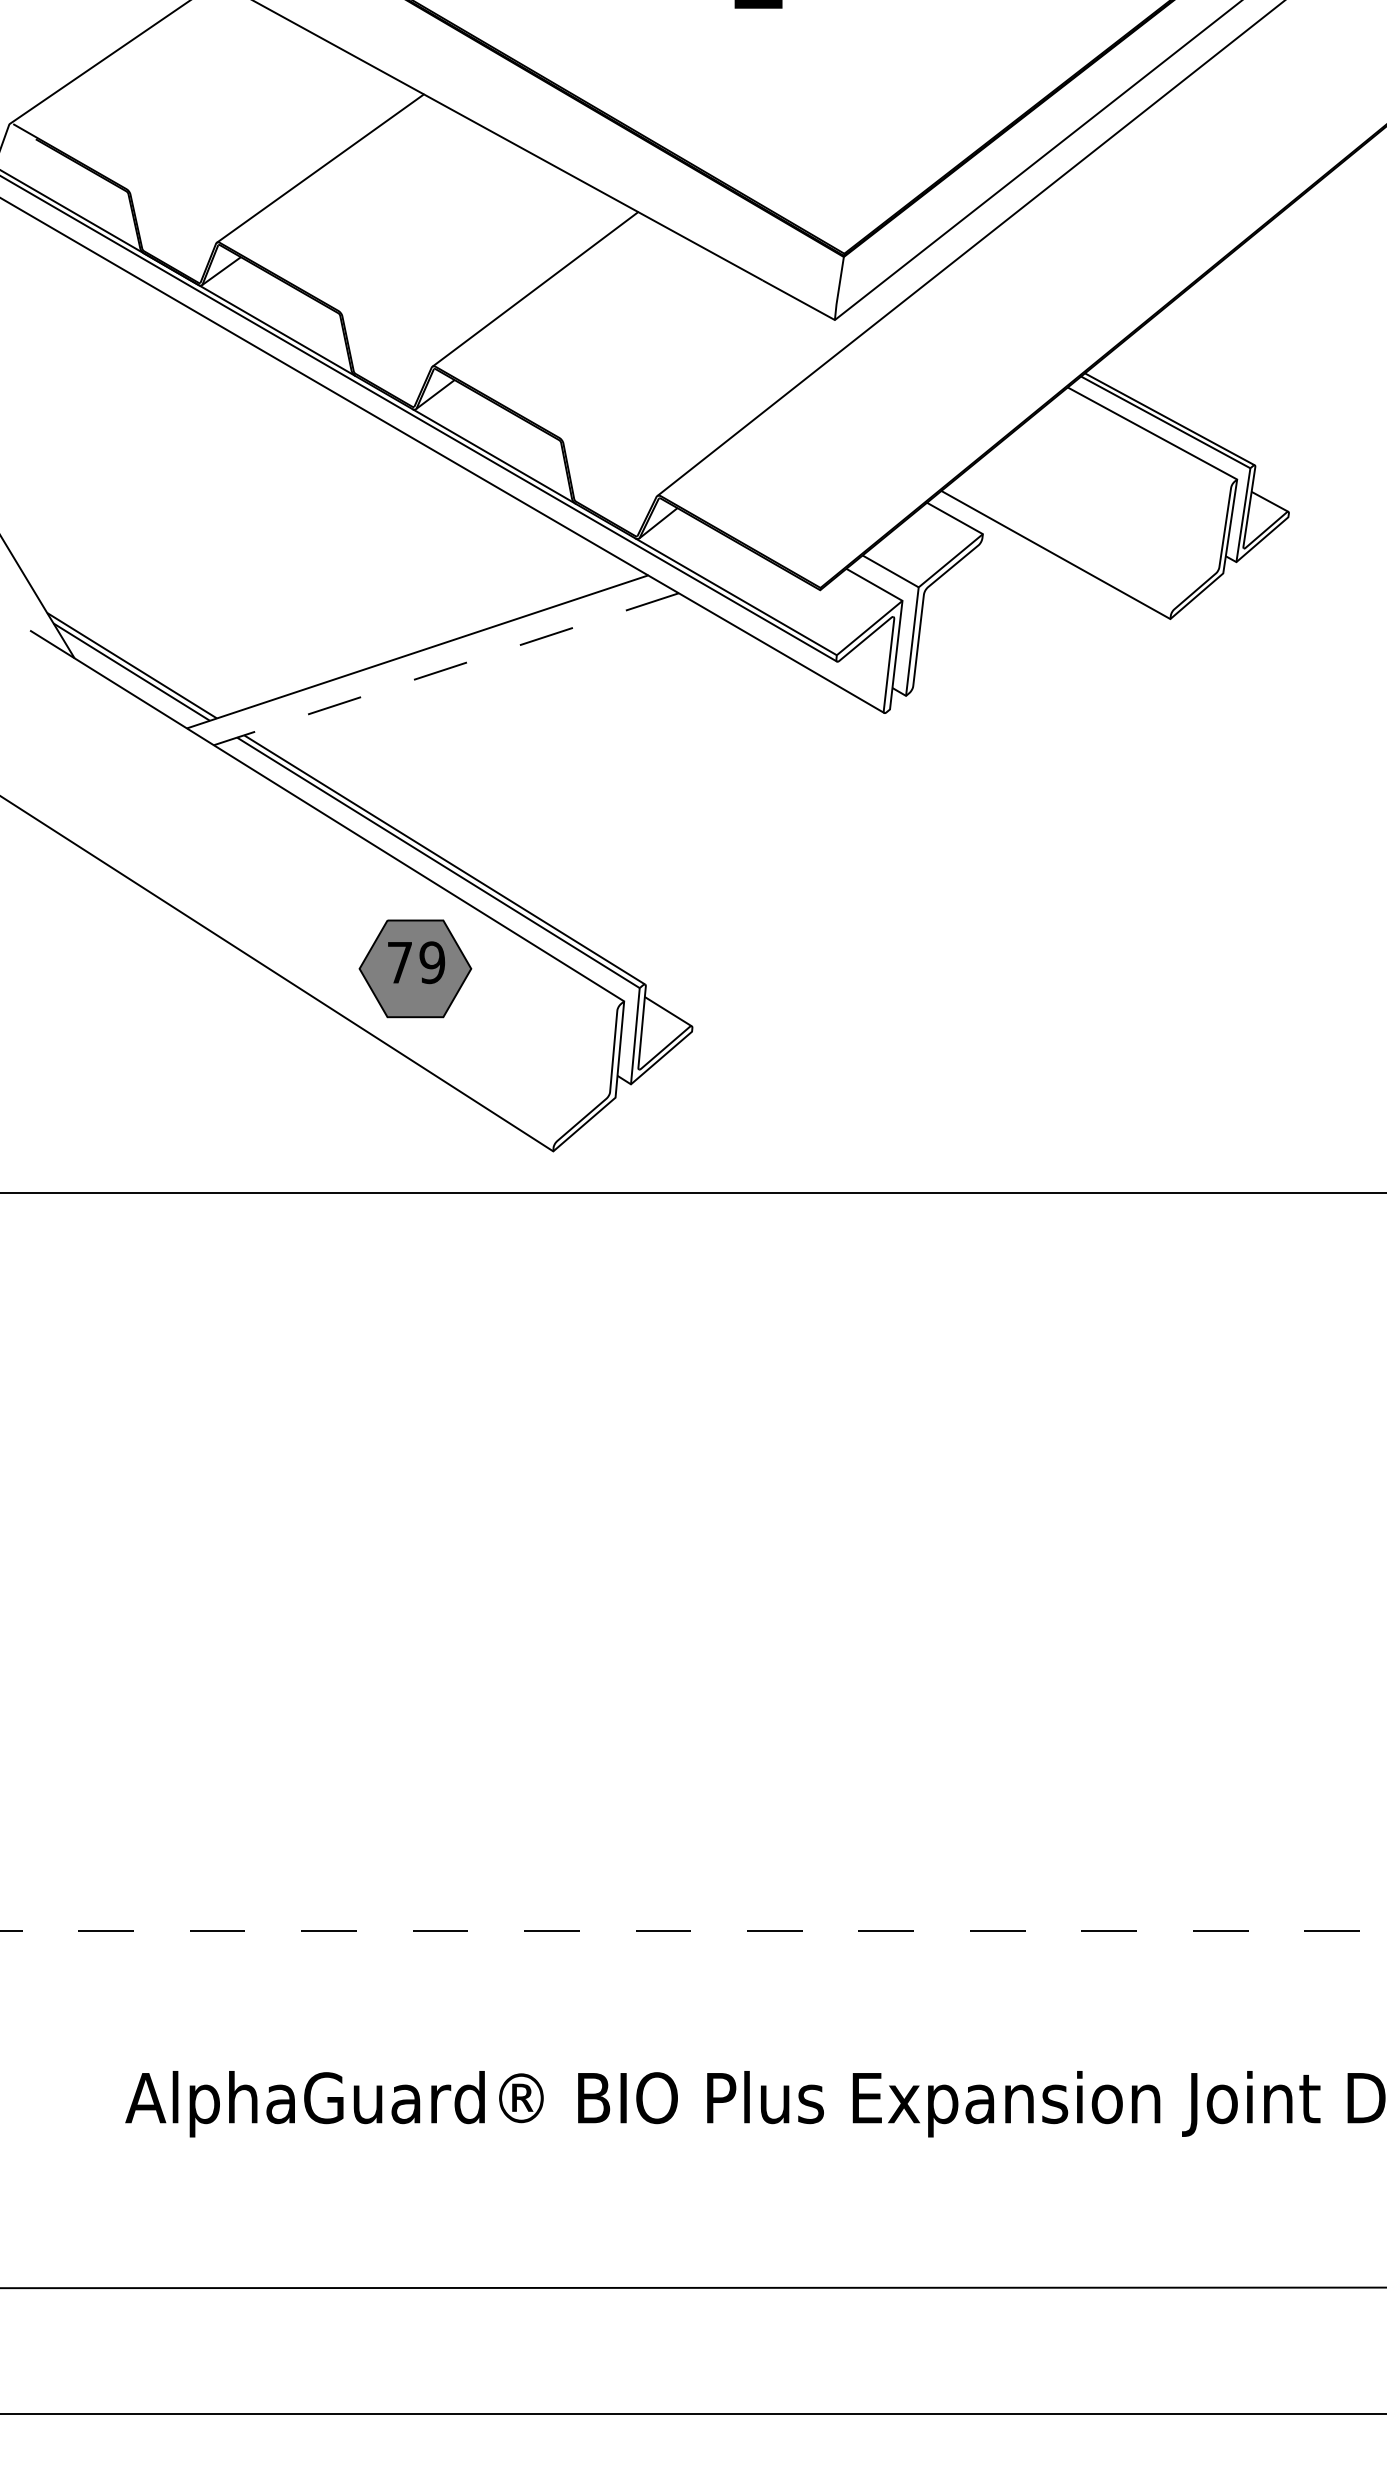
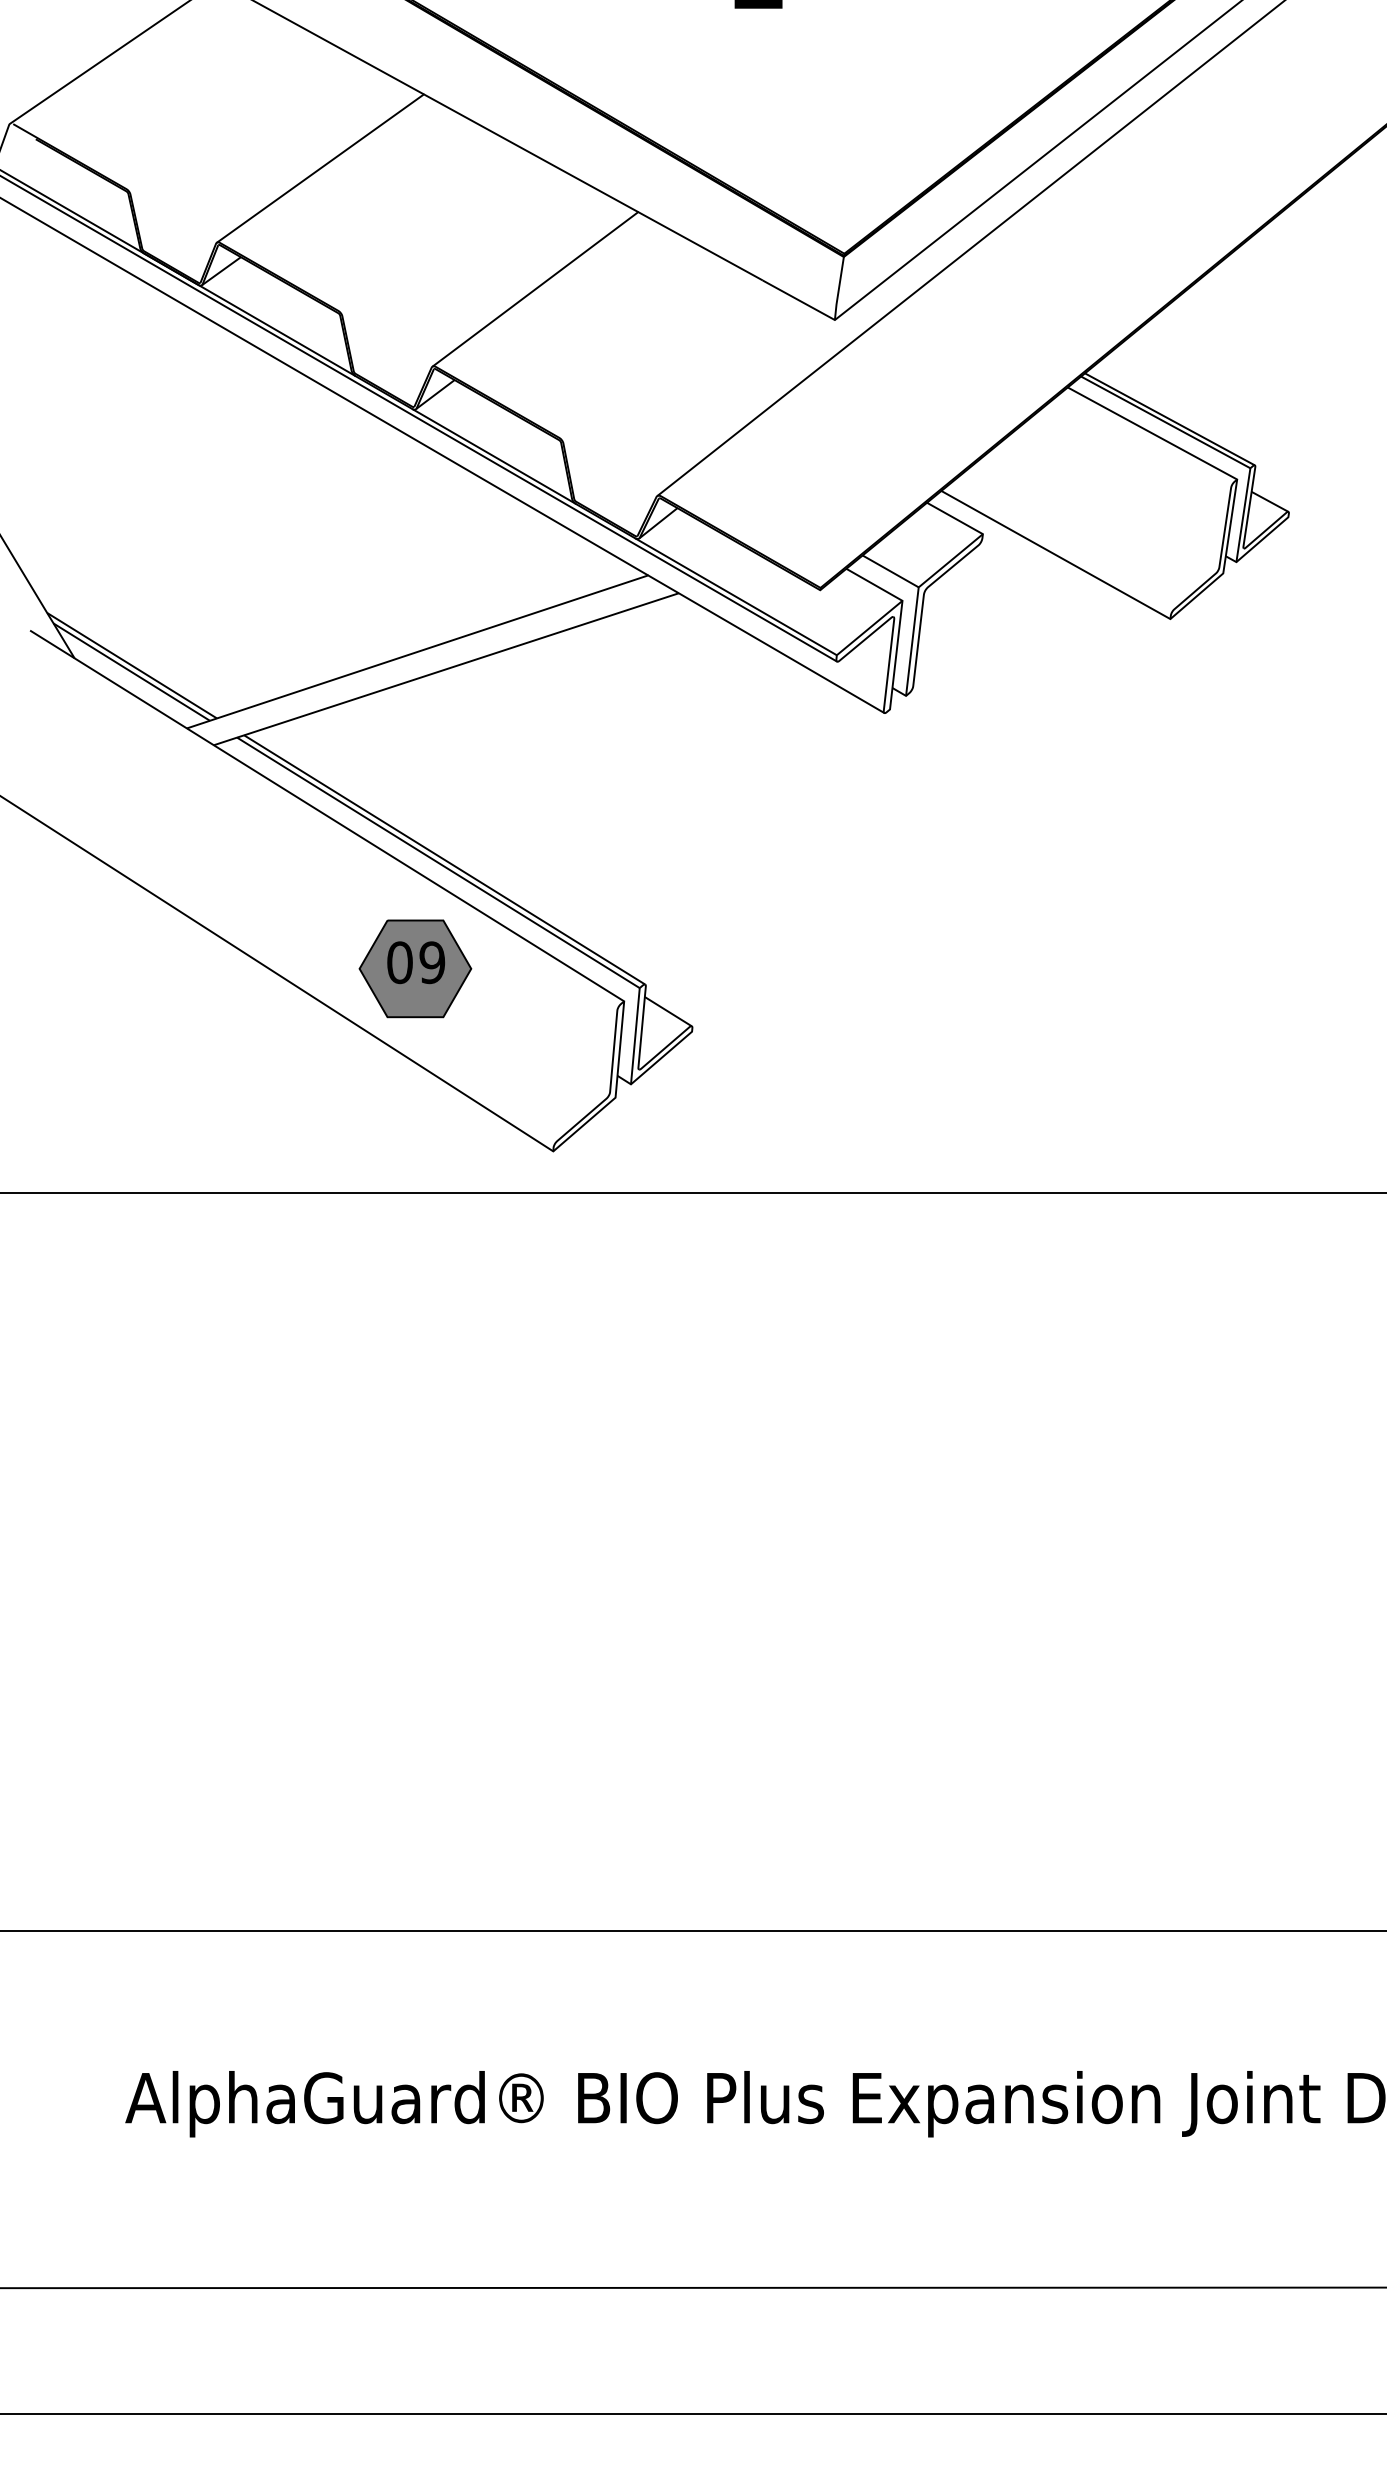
line at (444, 669): dashed -> solid
text at (399, 962): 79 -> 09
line at (692, 1931): dashed -> solid
